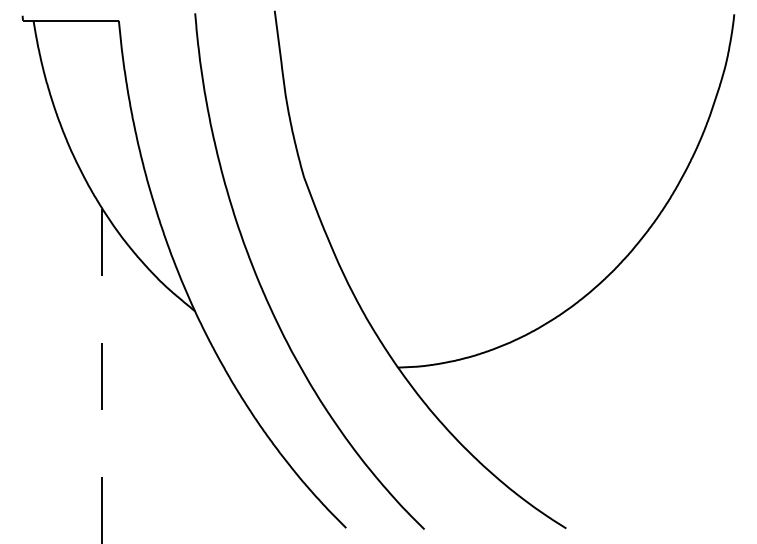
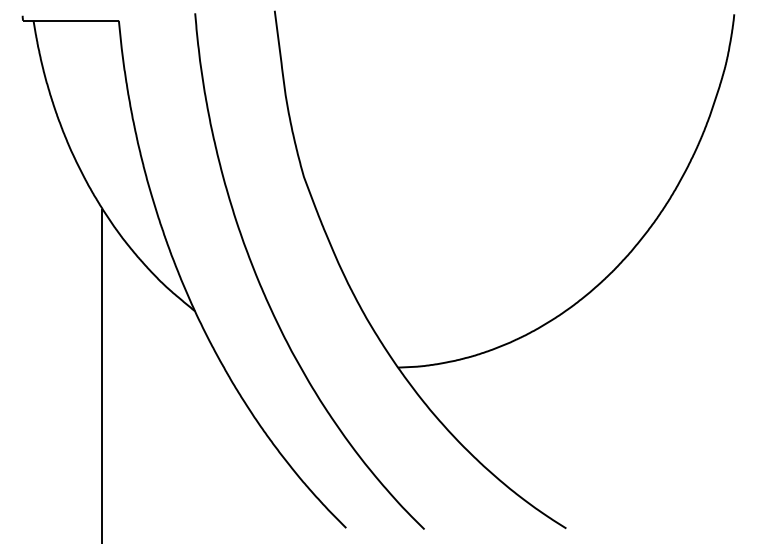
line at (102, 376): dashed -> solid
